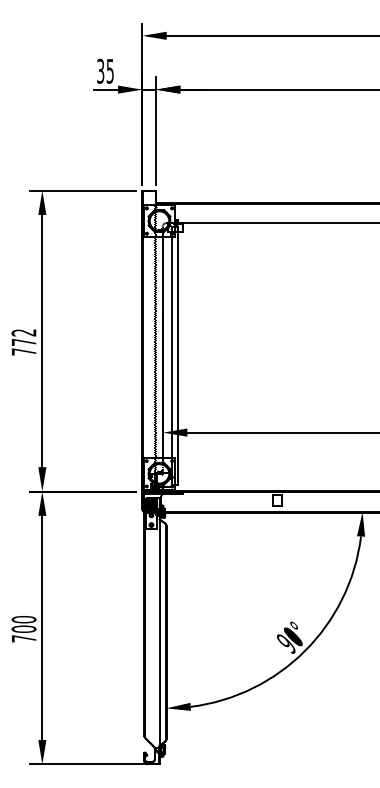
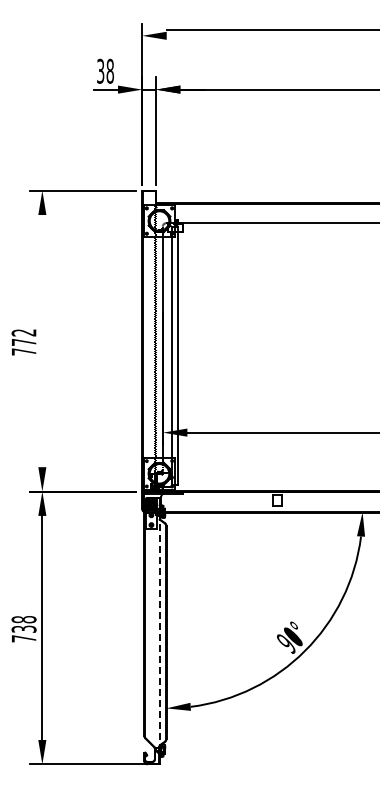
line at (271, 35) position: (271, 35) -> (271, 29)
text at (109, 70): 35 -> 38
line at (42, 341): present -> none
text at (23, 624): 700 -> 738
line at (159, 631): solid -> dashed
